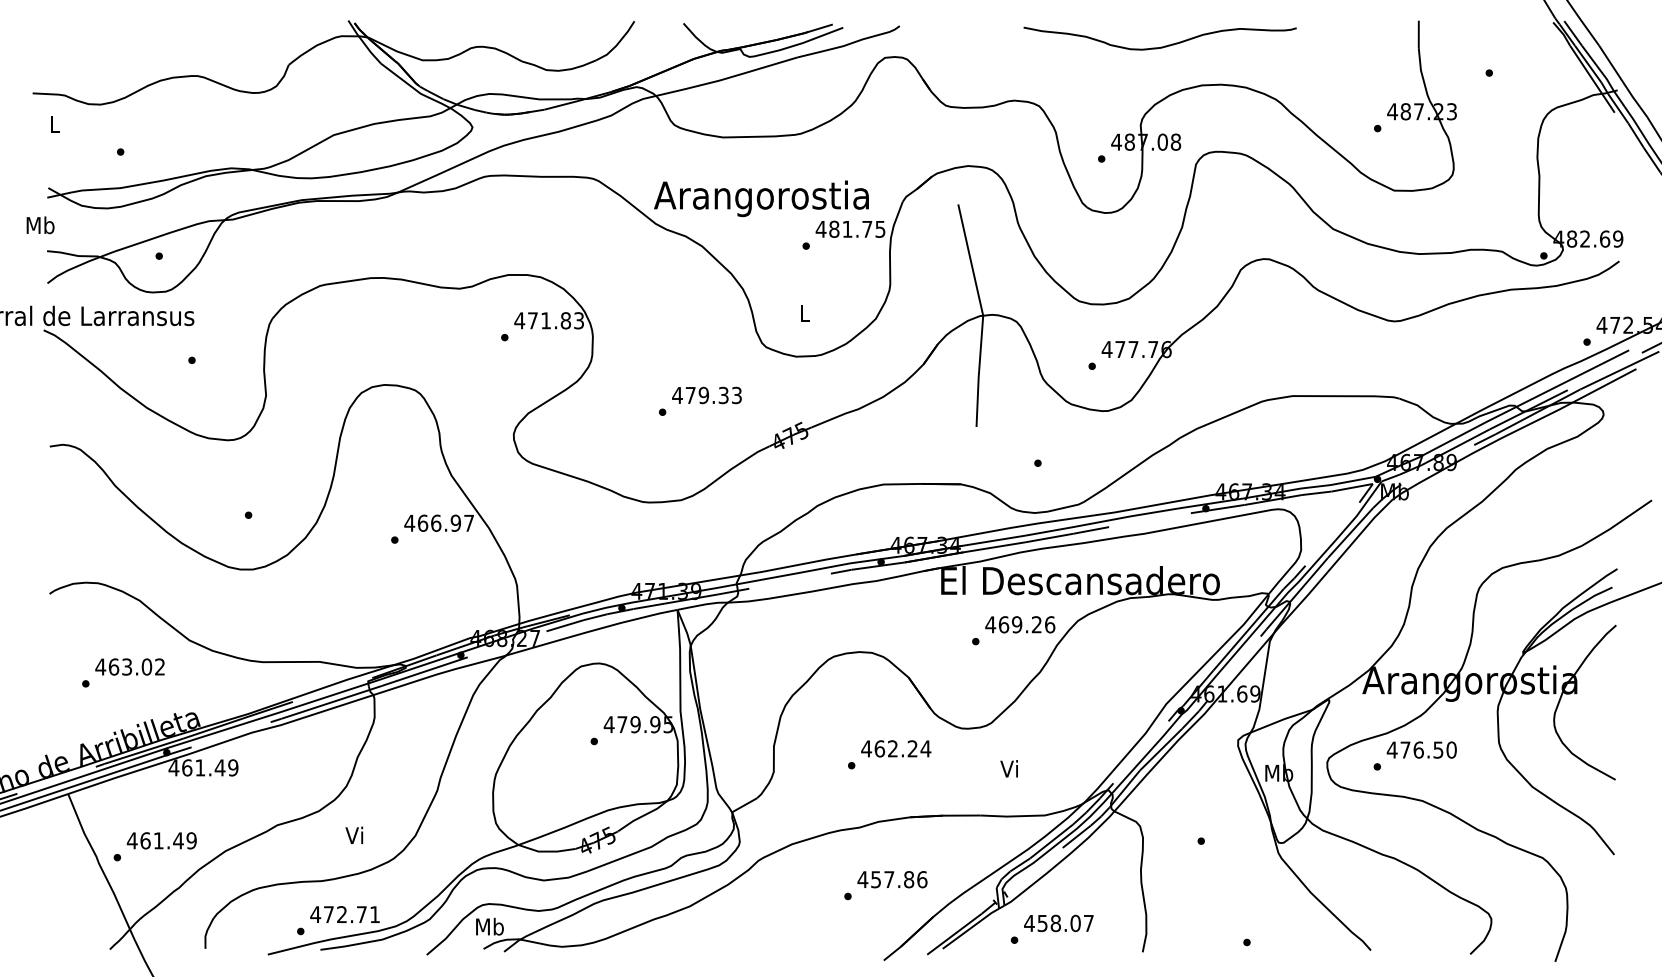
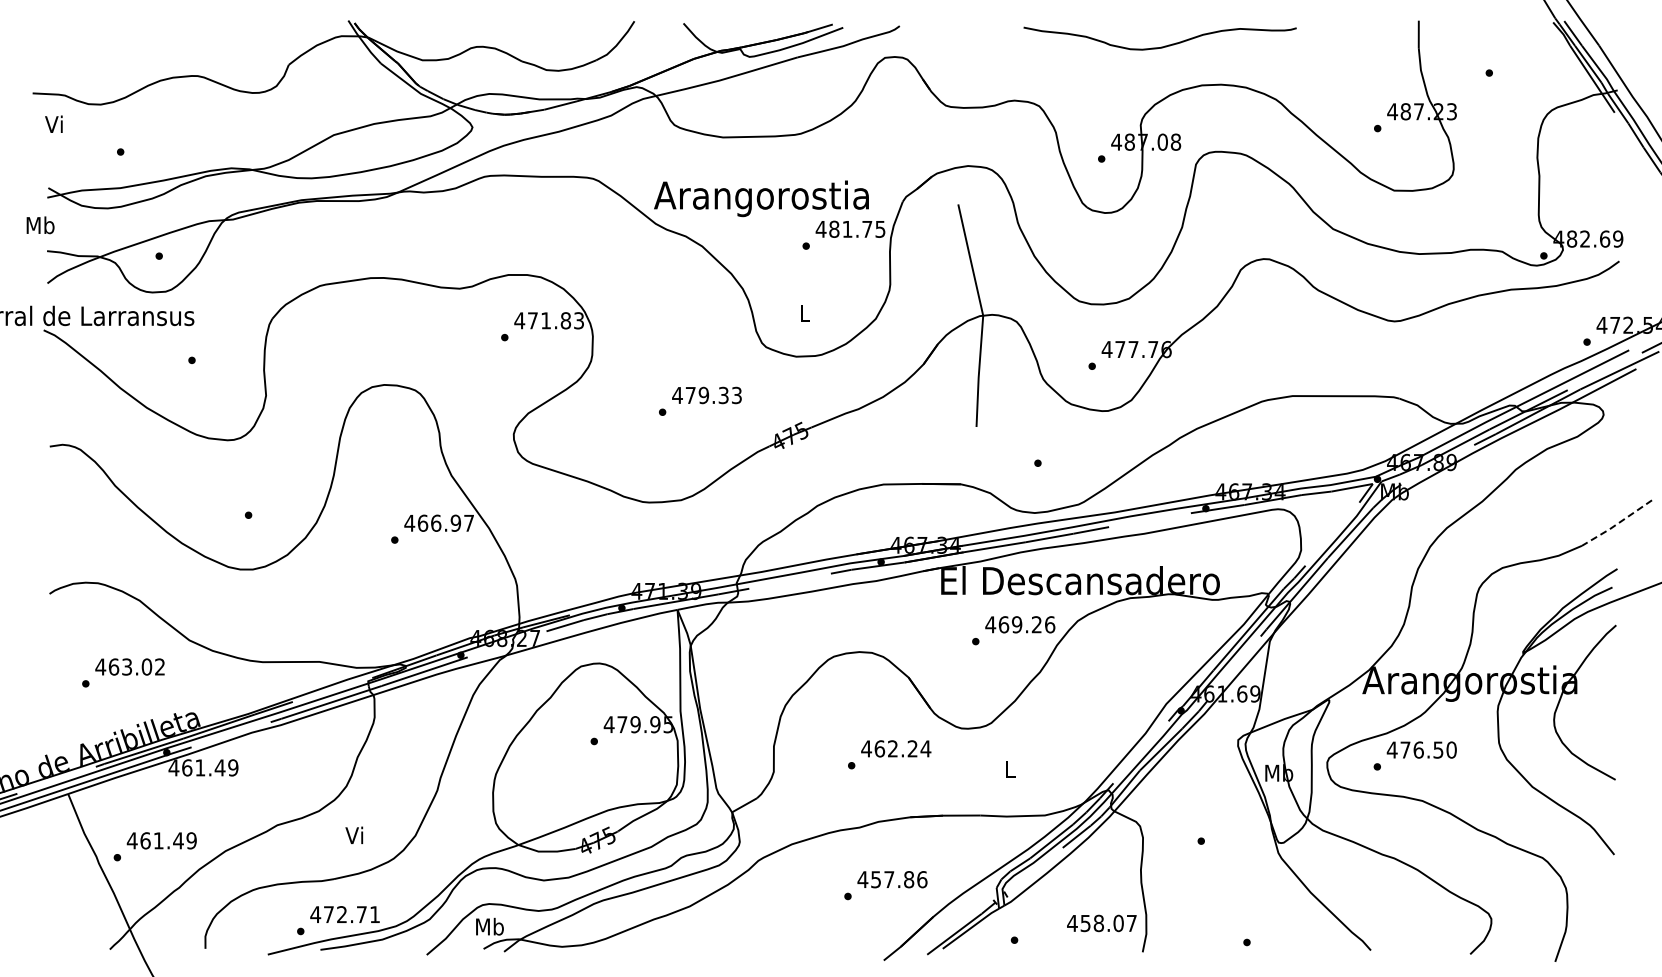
text at (53, 123): L -> Vi
line at (1617, 524): solid -> dashed
text at (1008, 768): Vi -> L
text at (1058, 923) position: (1058, 923) -> (1101, 923)
